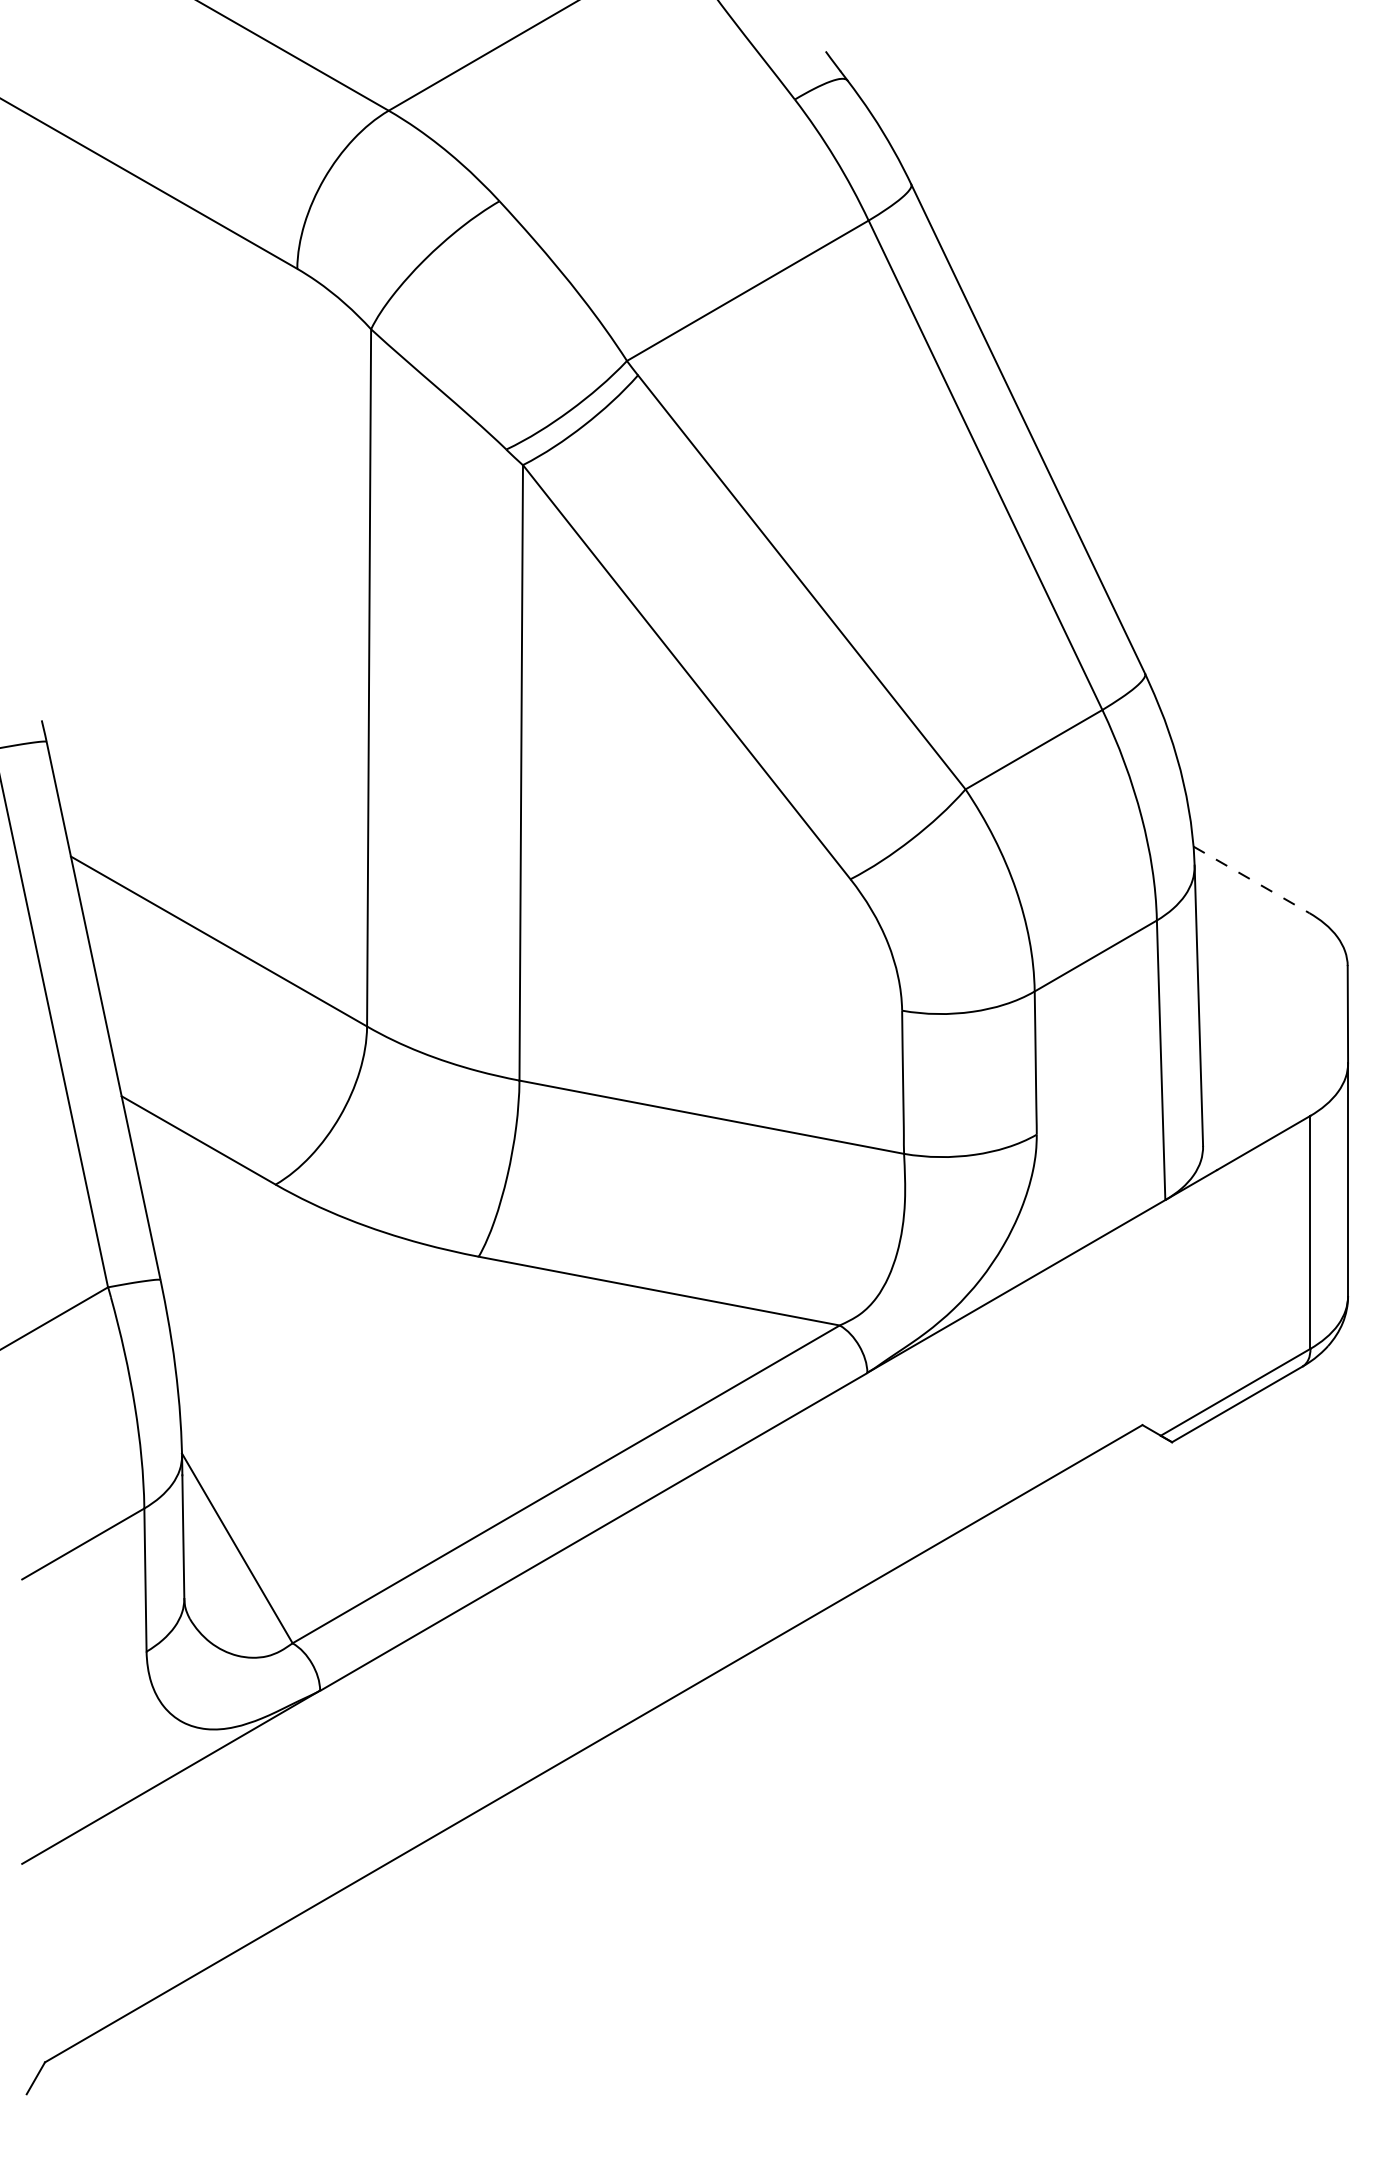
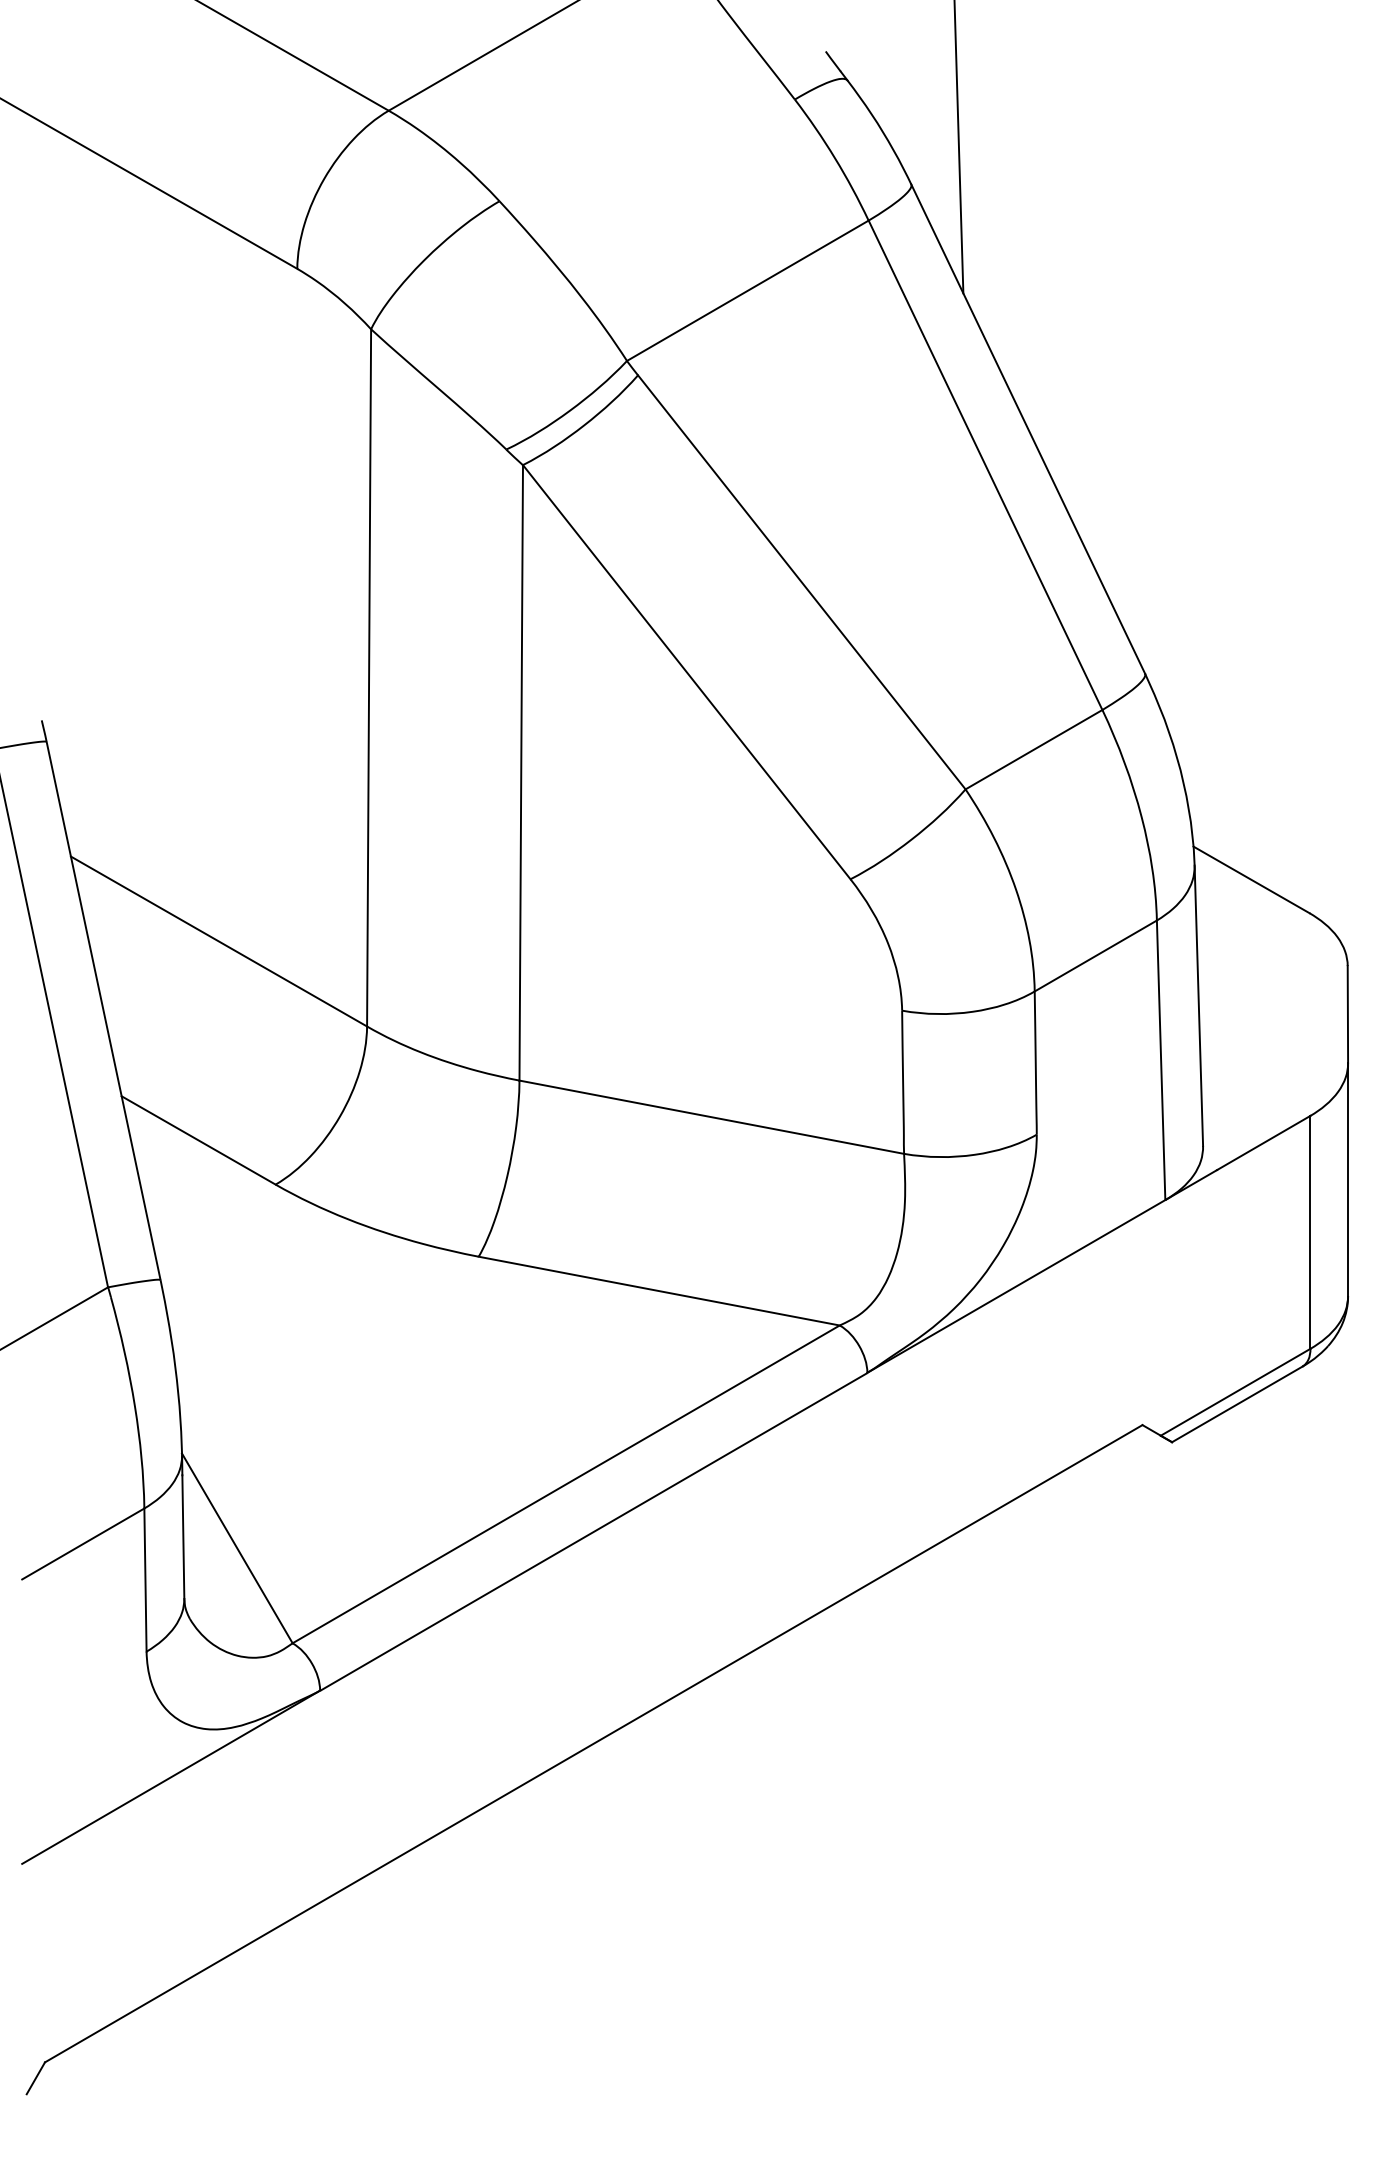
line at (958, 147): none -> present
line at (1251, 879): dashed -> solid
